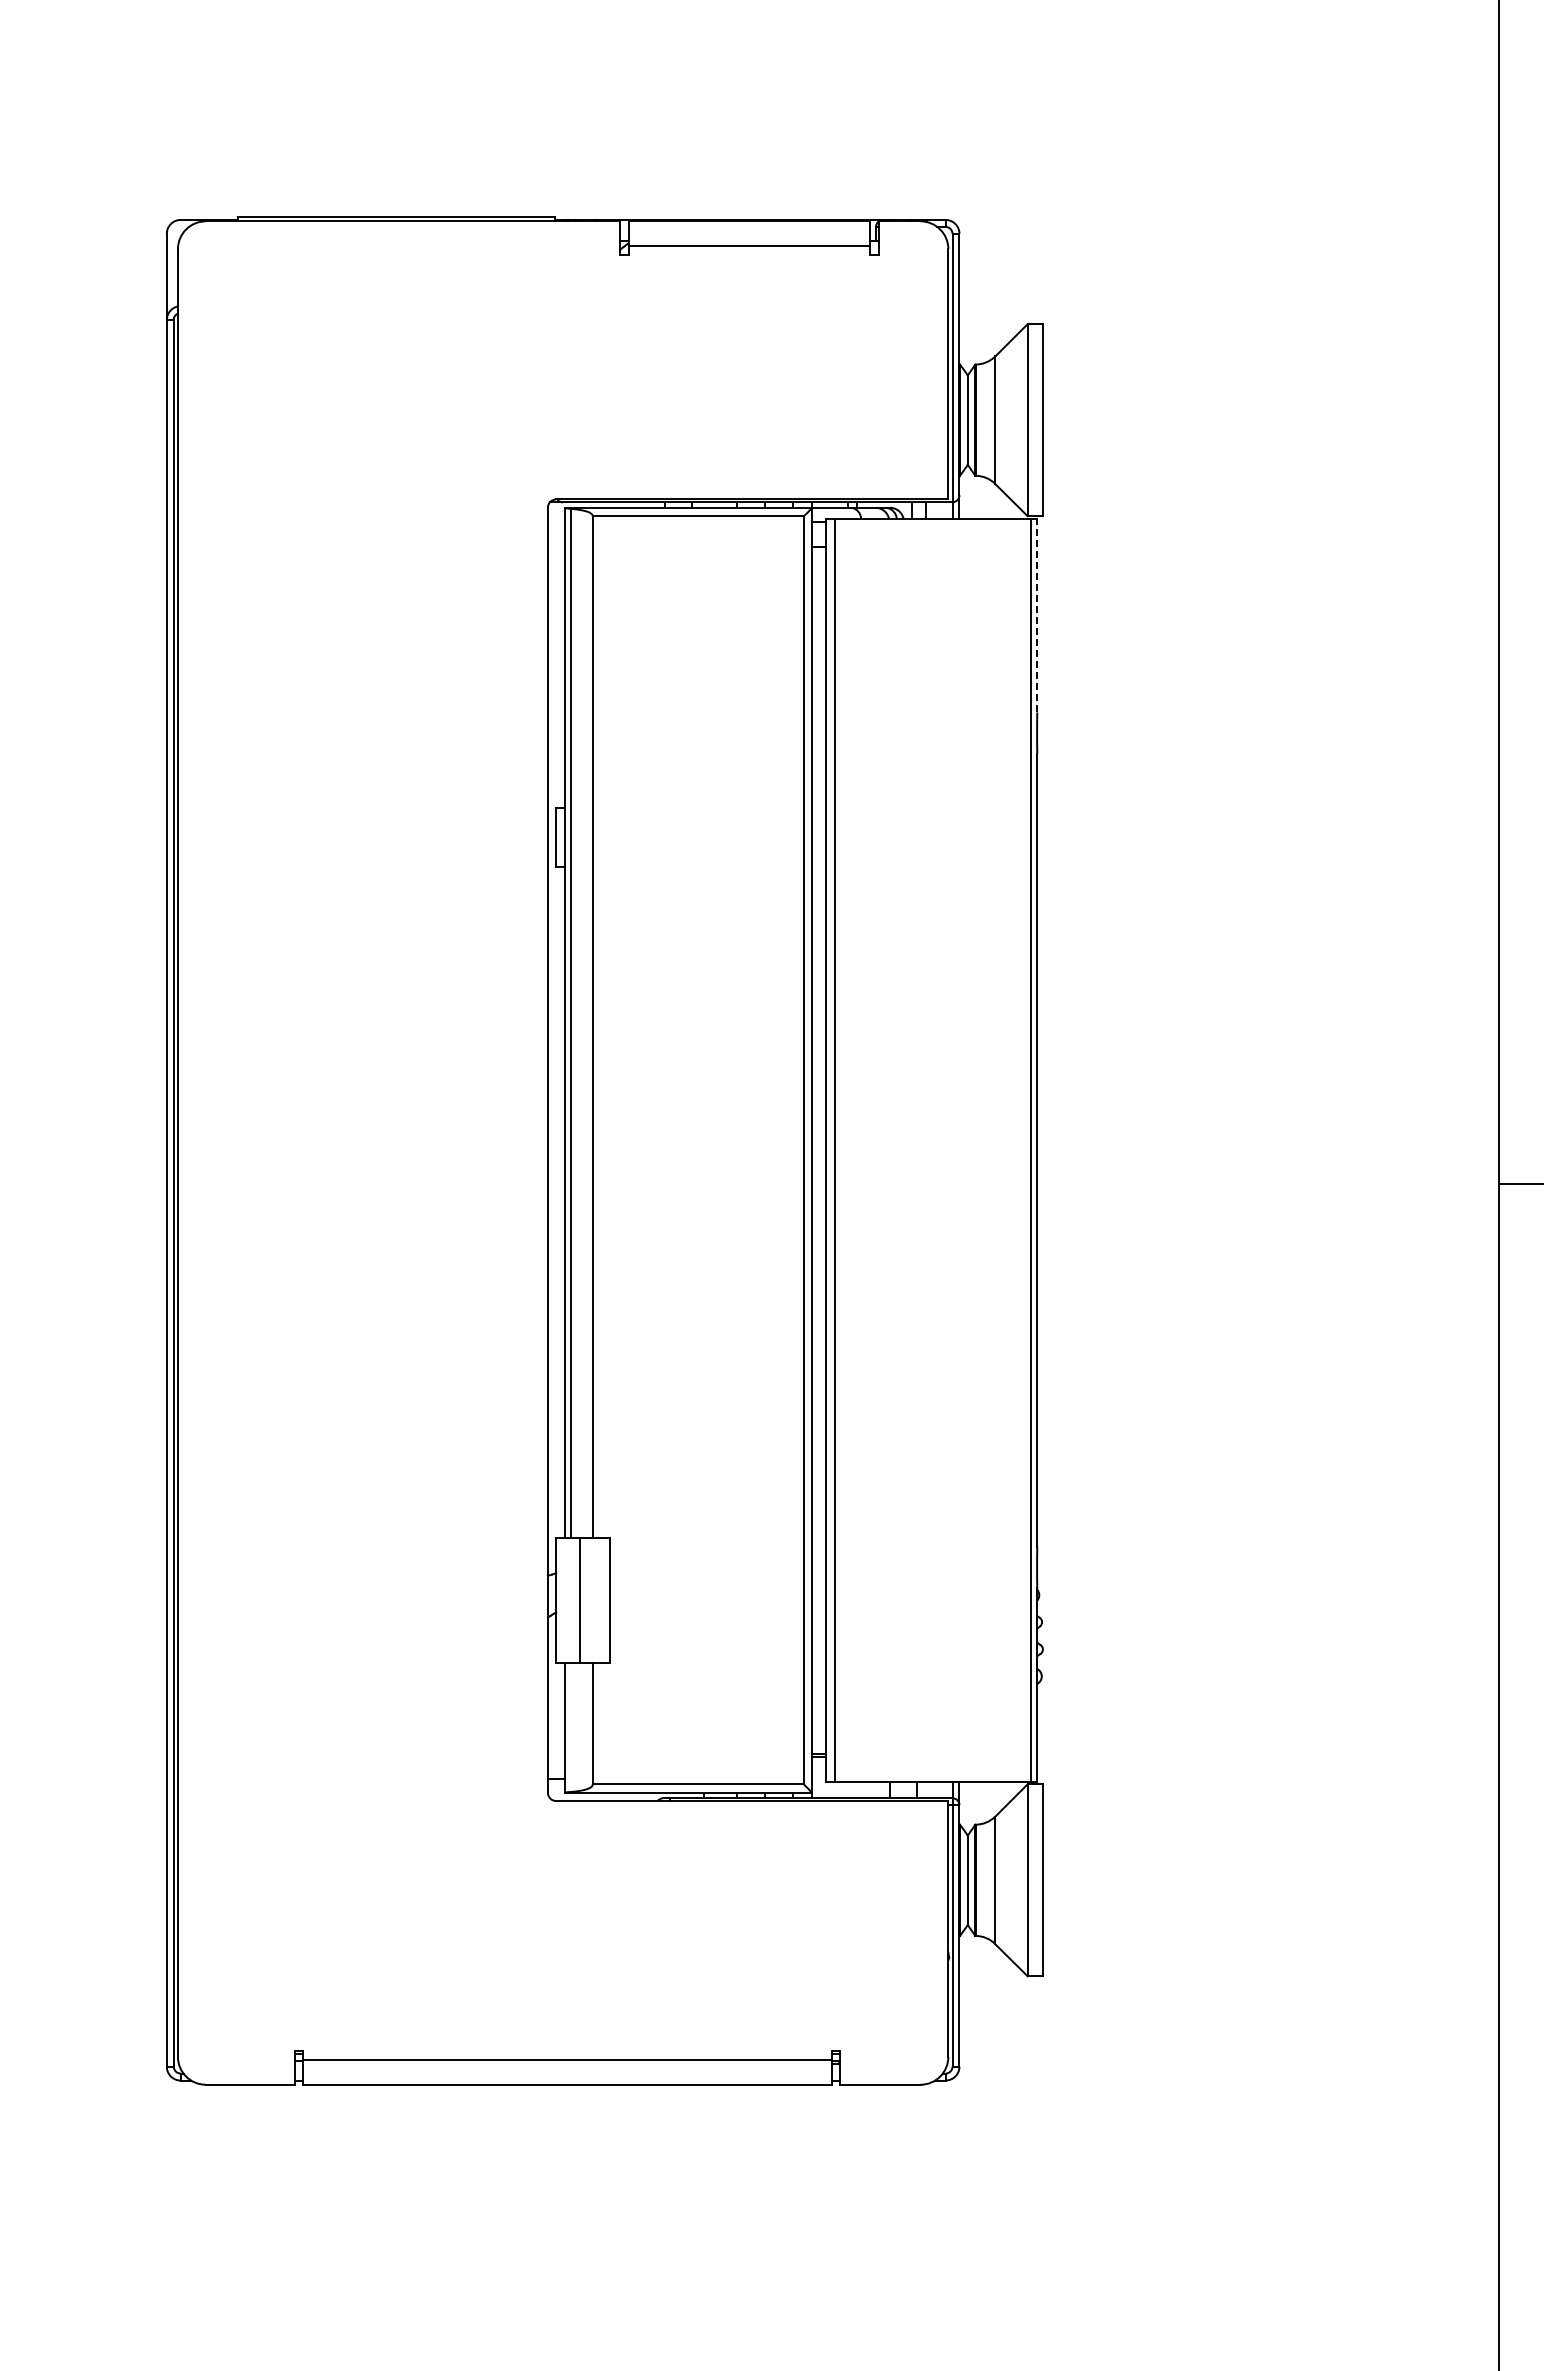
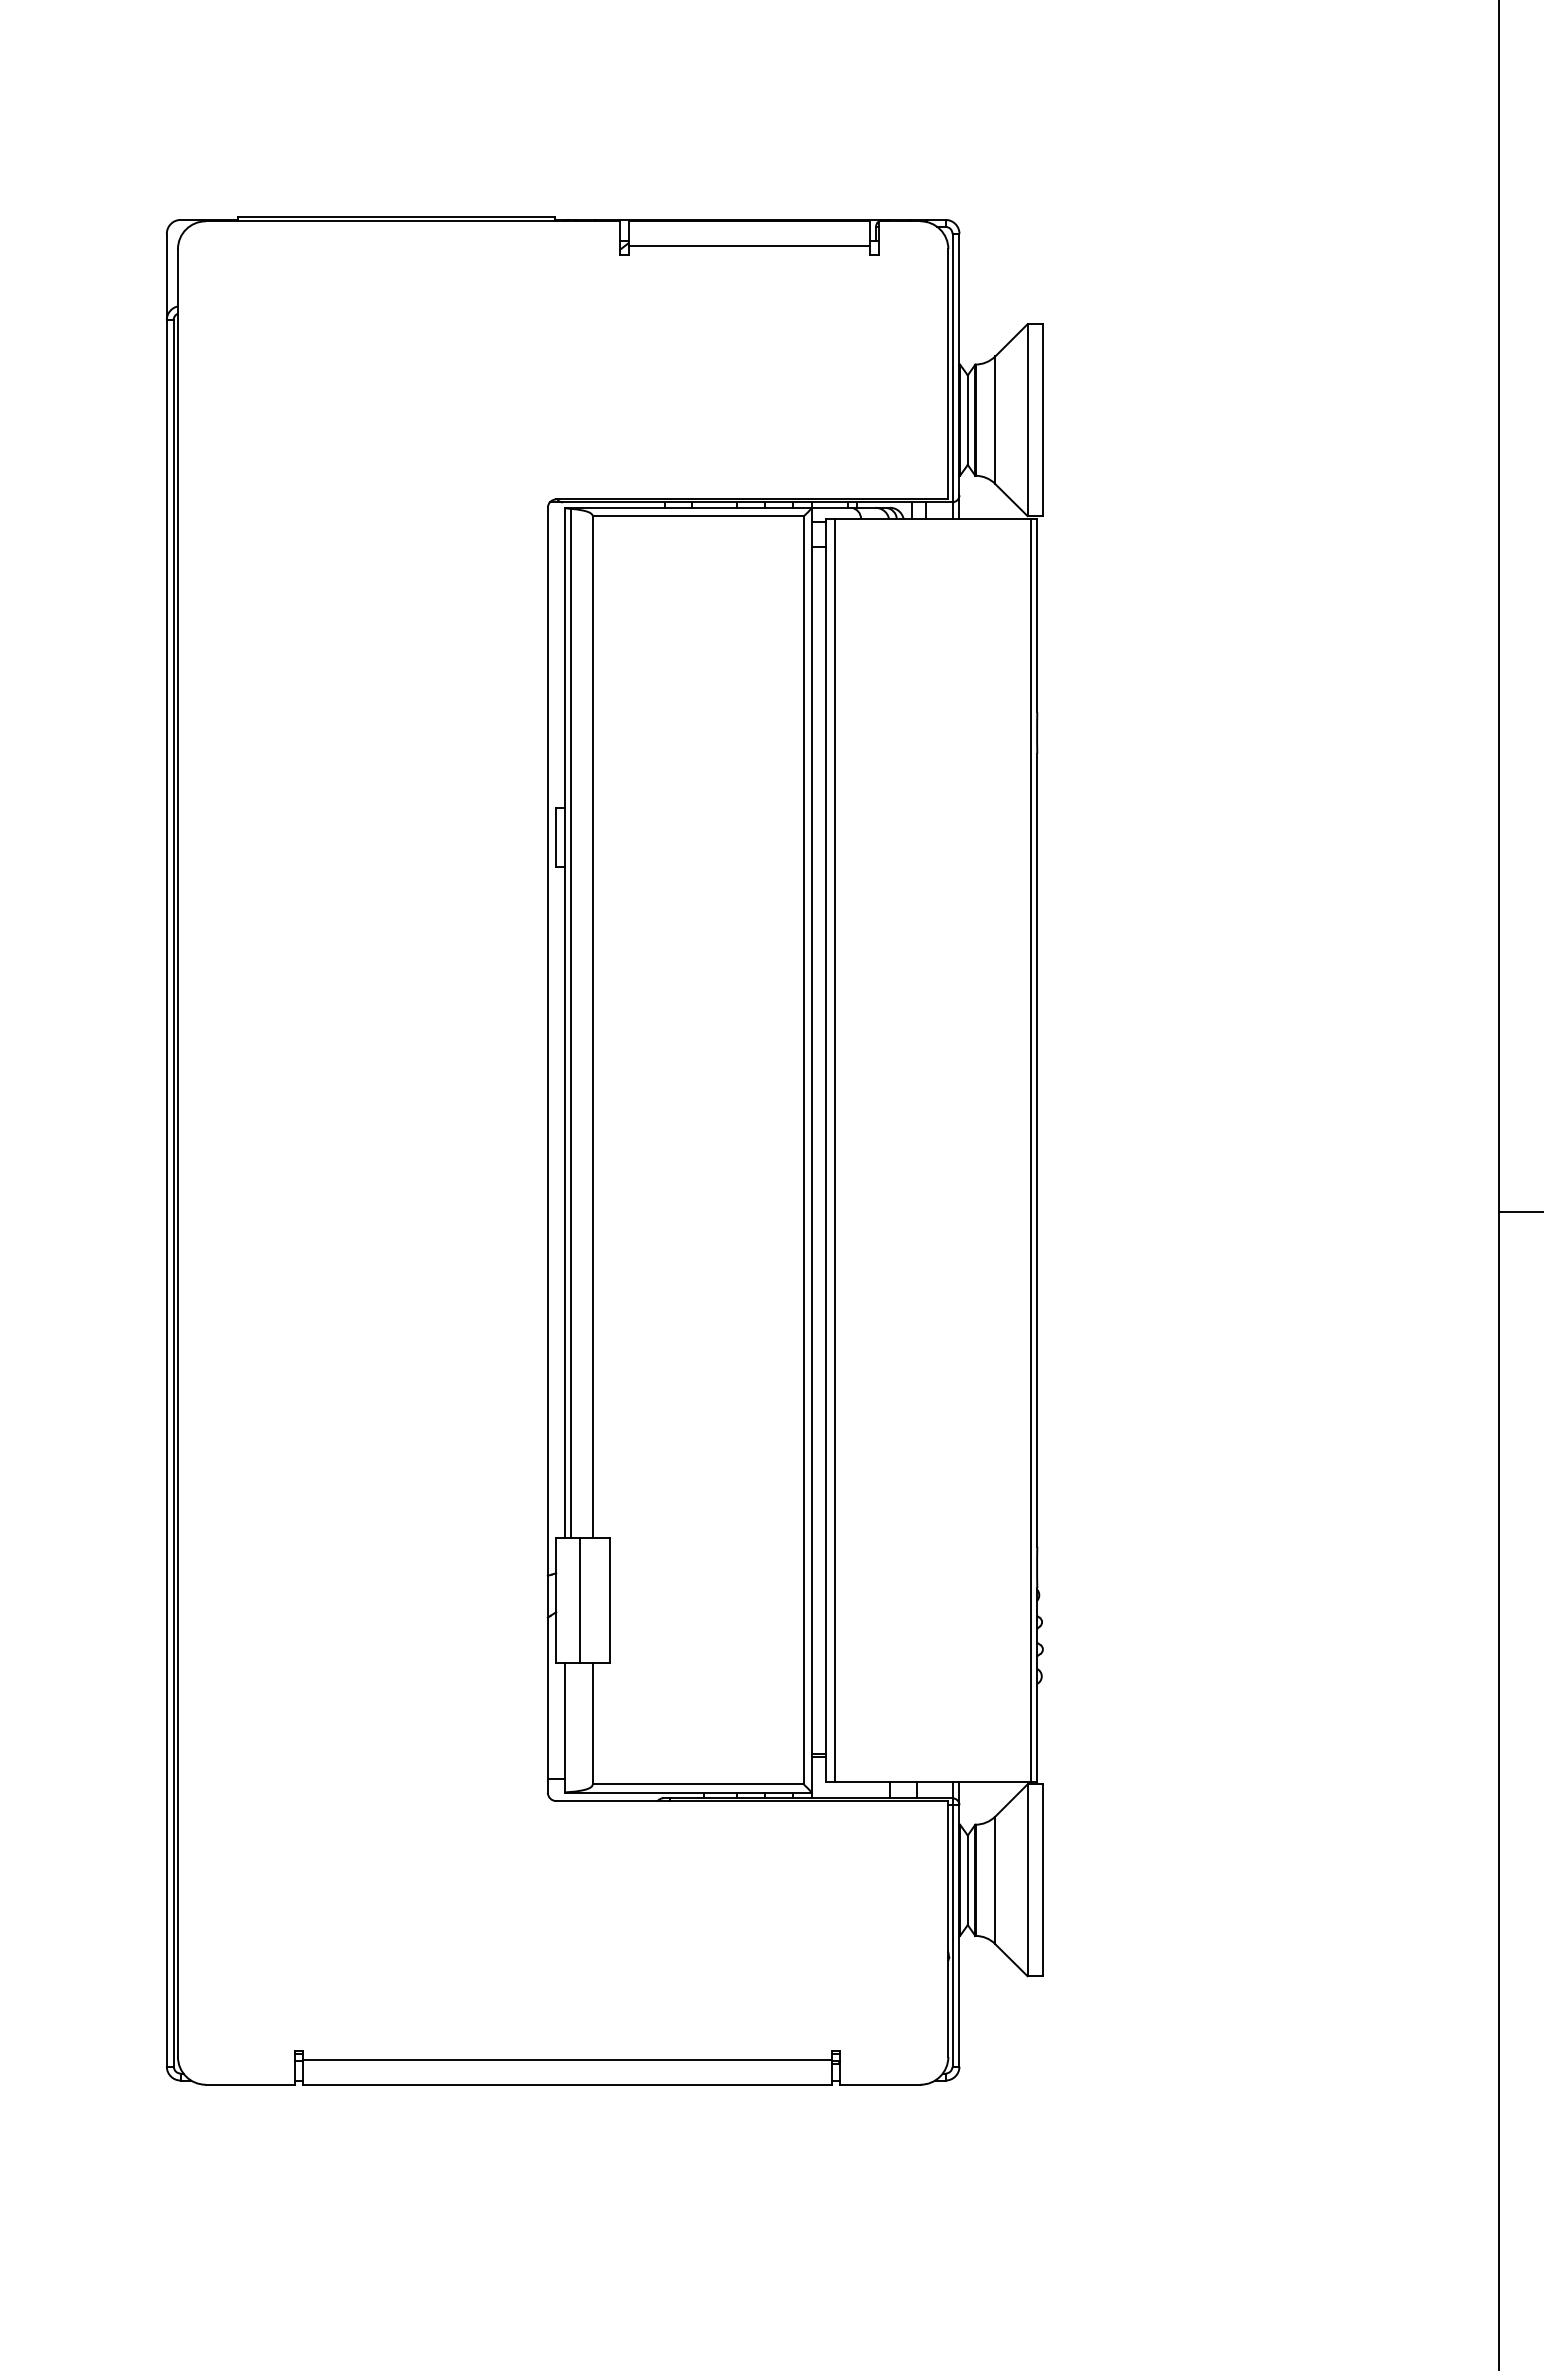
line at (1037, 615): dashed -> solid
line at (1519, 1183) position: (1519, 1183) -> (1519, 1211)
